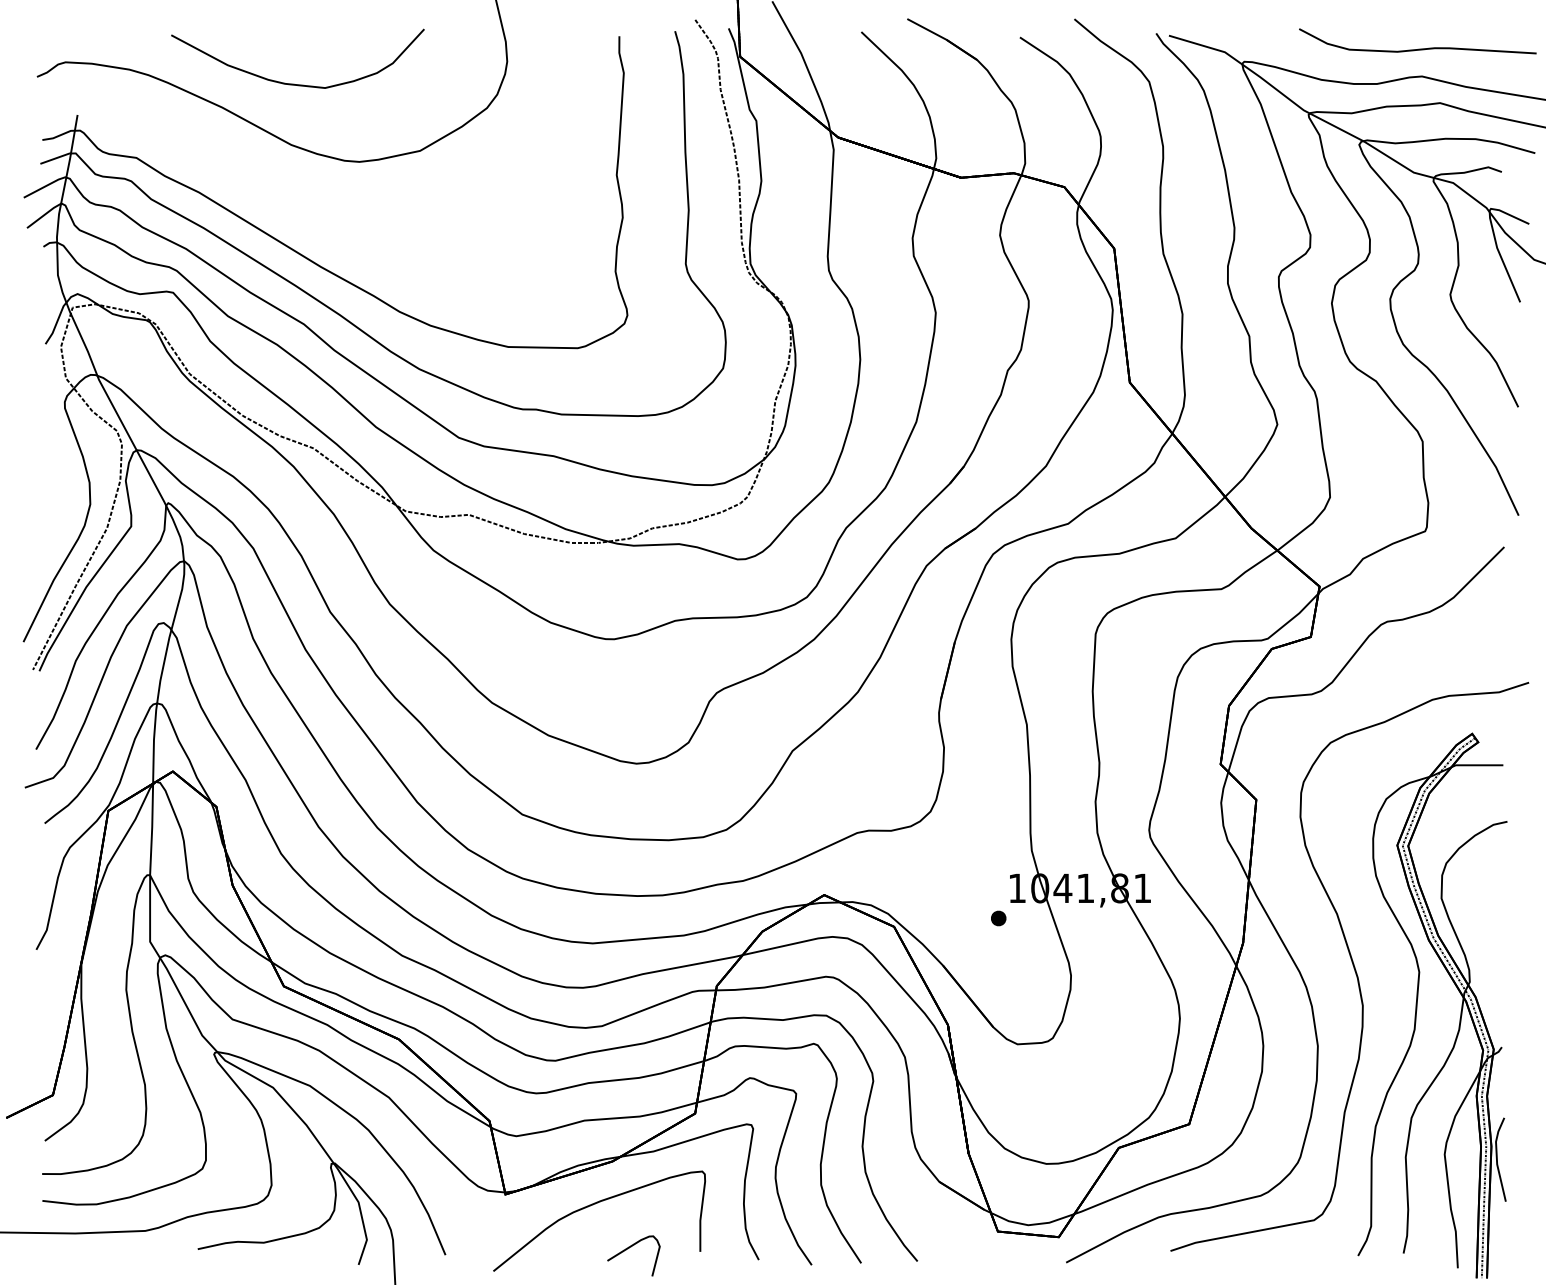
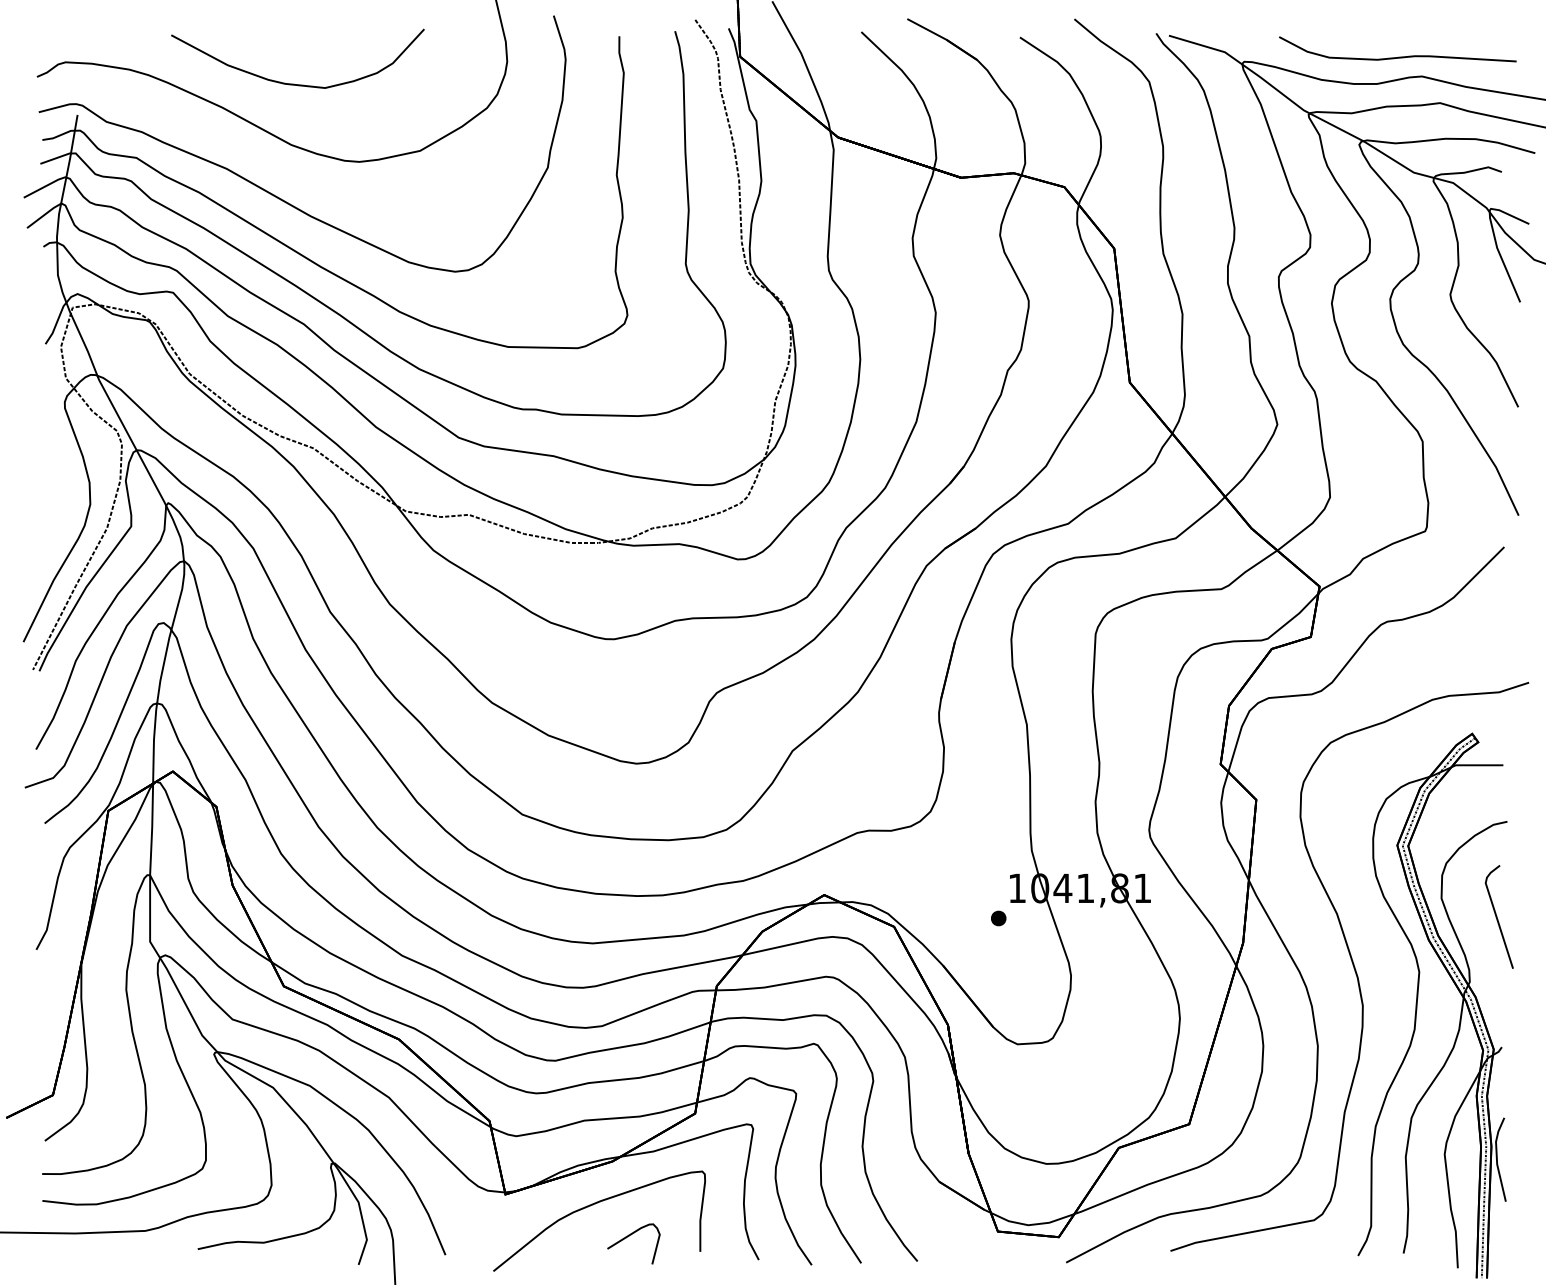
curve at (1418, 48) position: (1418, 48) -> (1398, 56)
part at (276, 195): none -> present
line at (1497, 916): none -> present
curve at (629, 1248) position: (629, 1248) -> (629, 1236)
